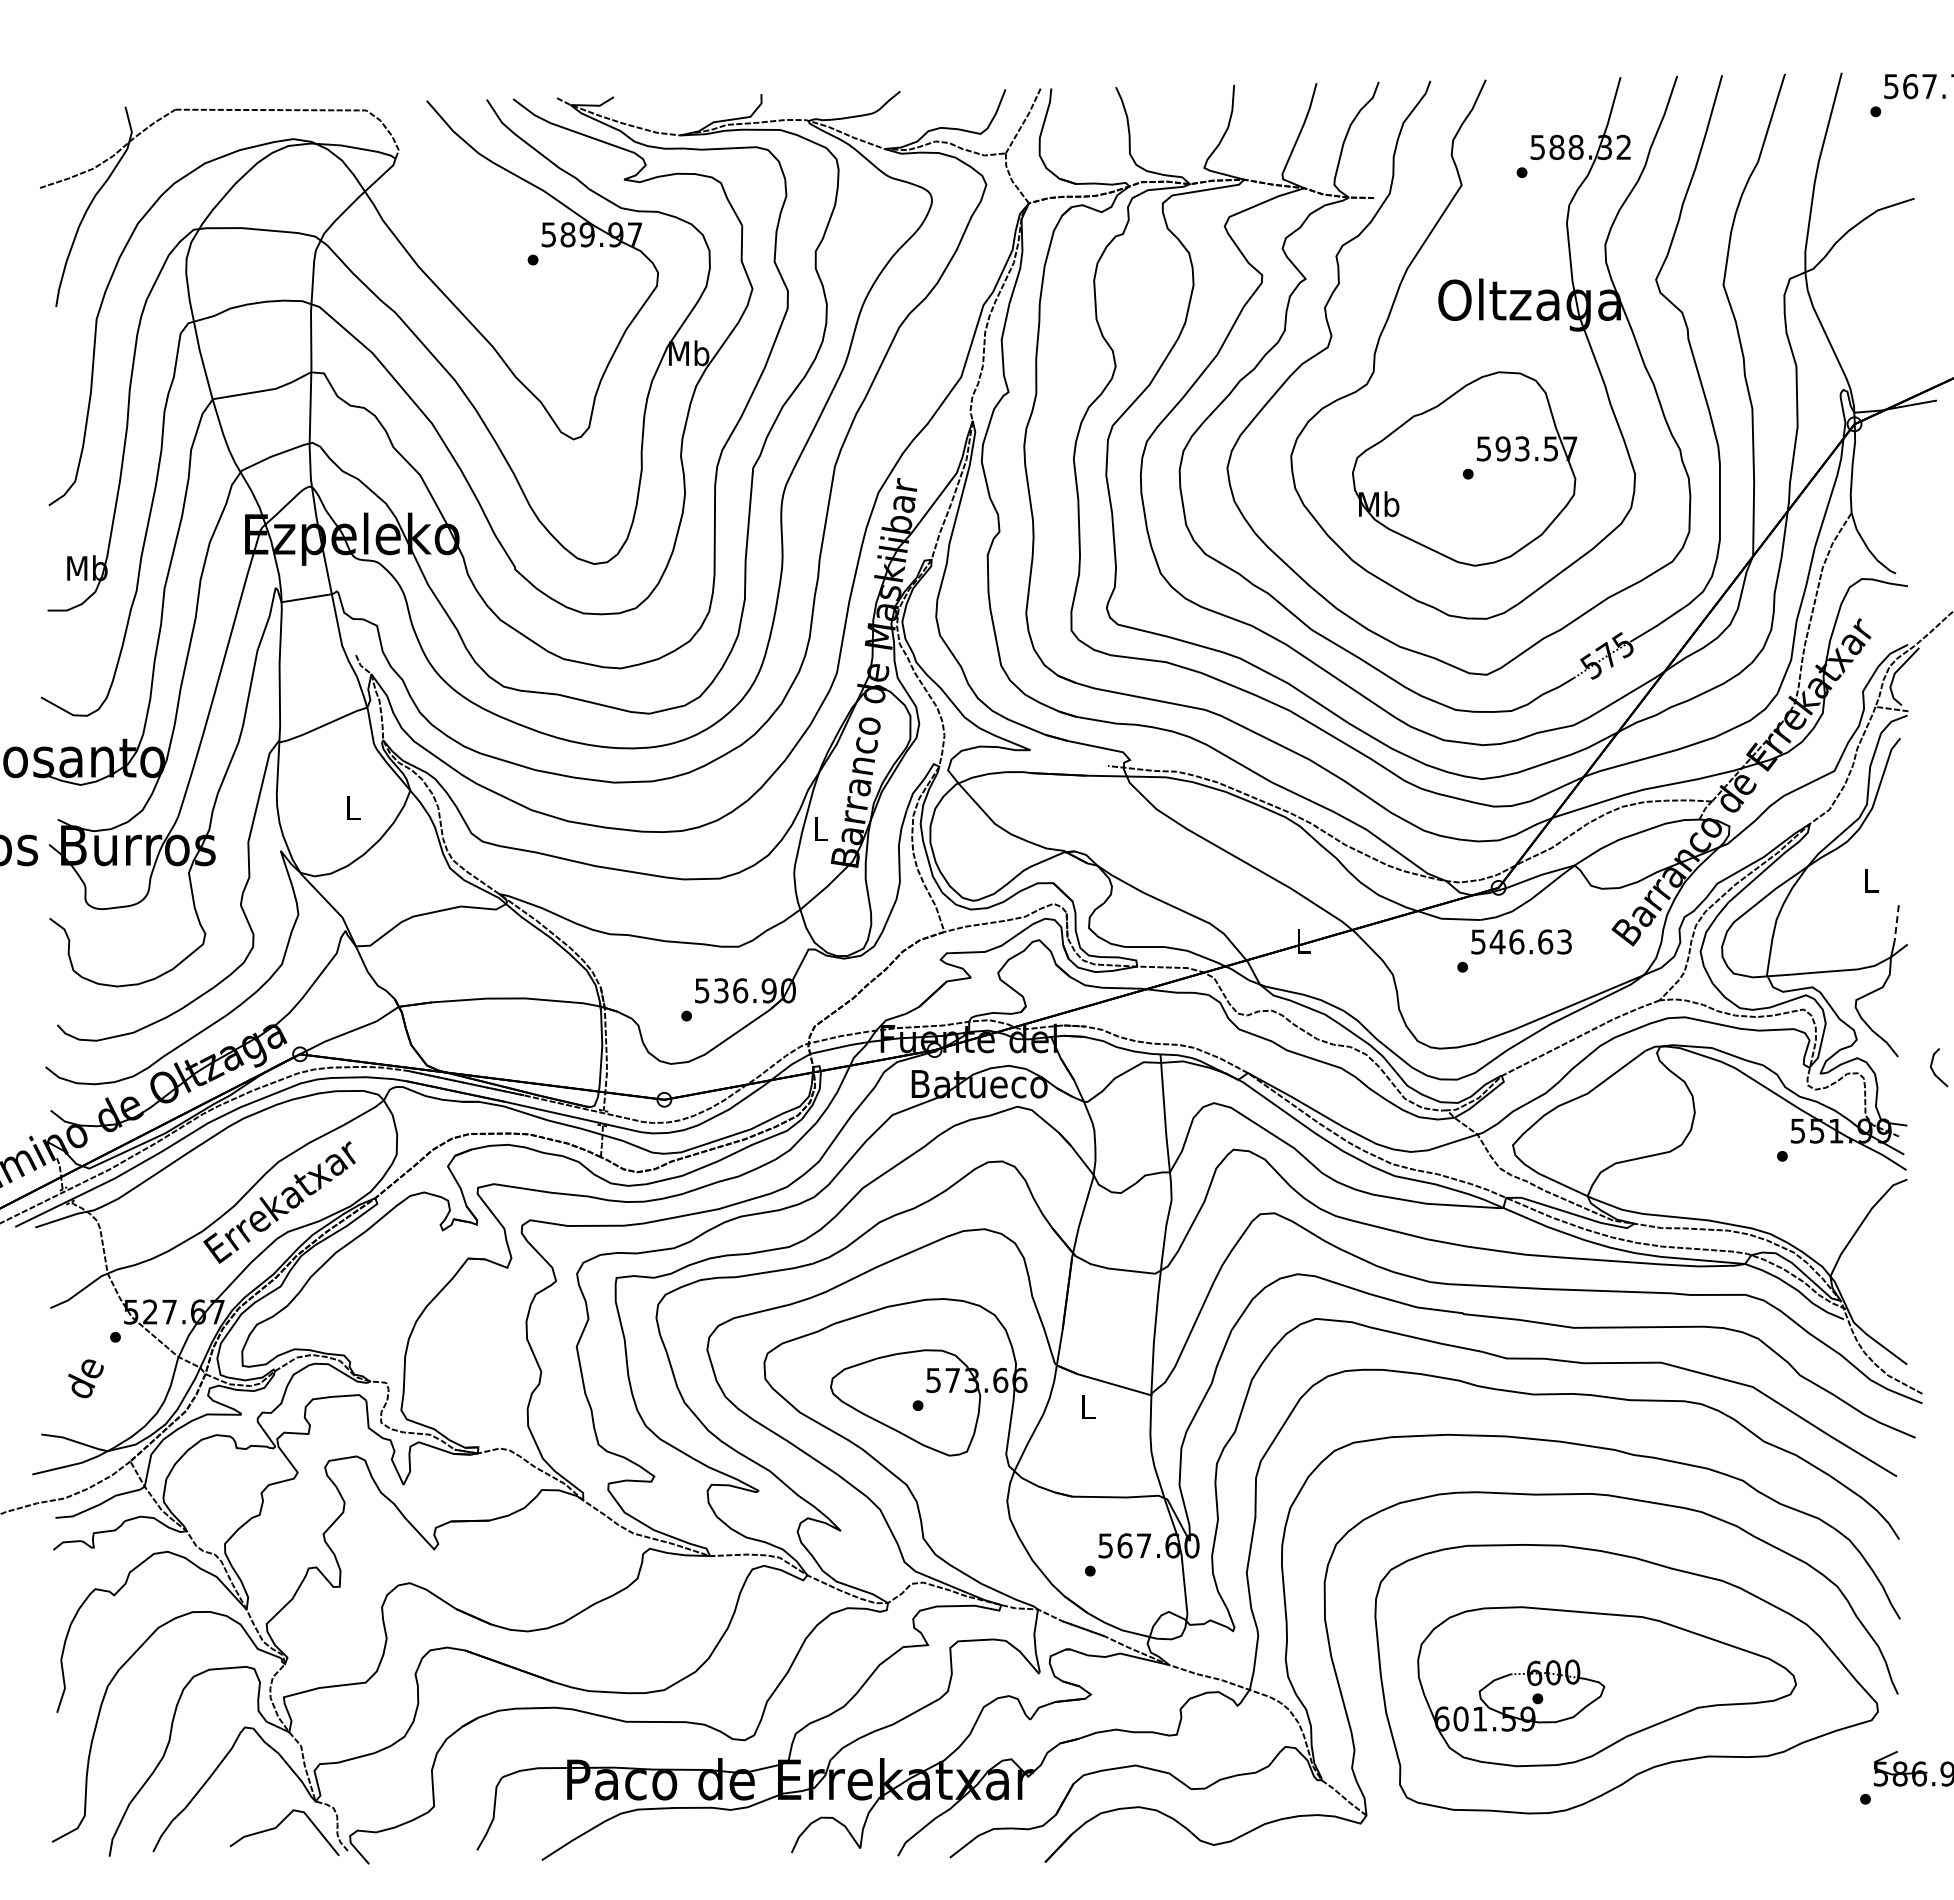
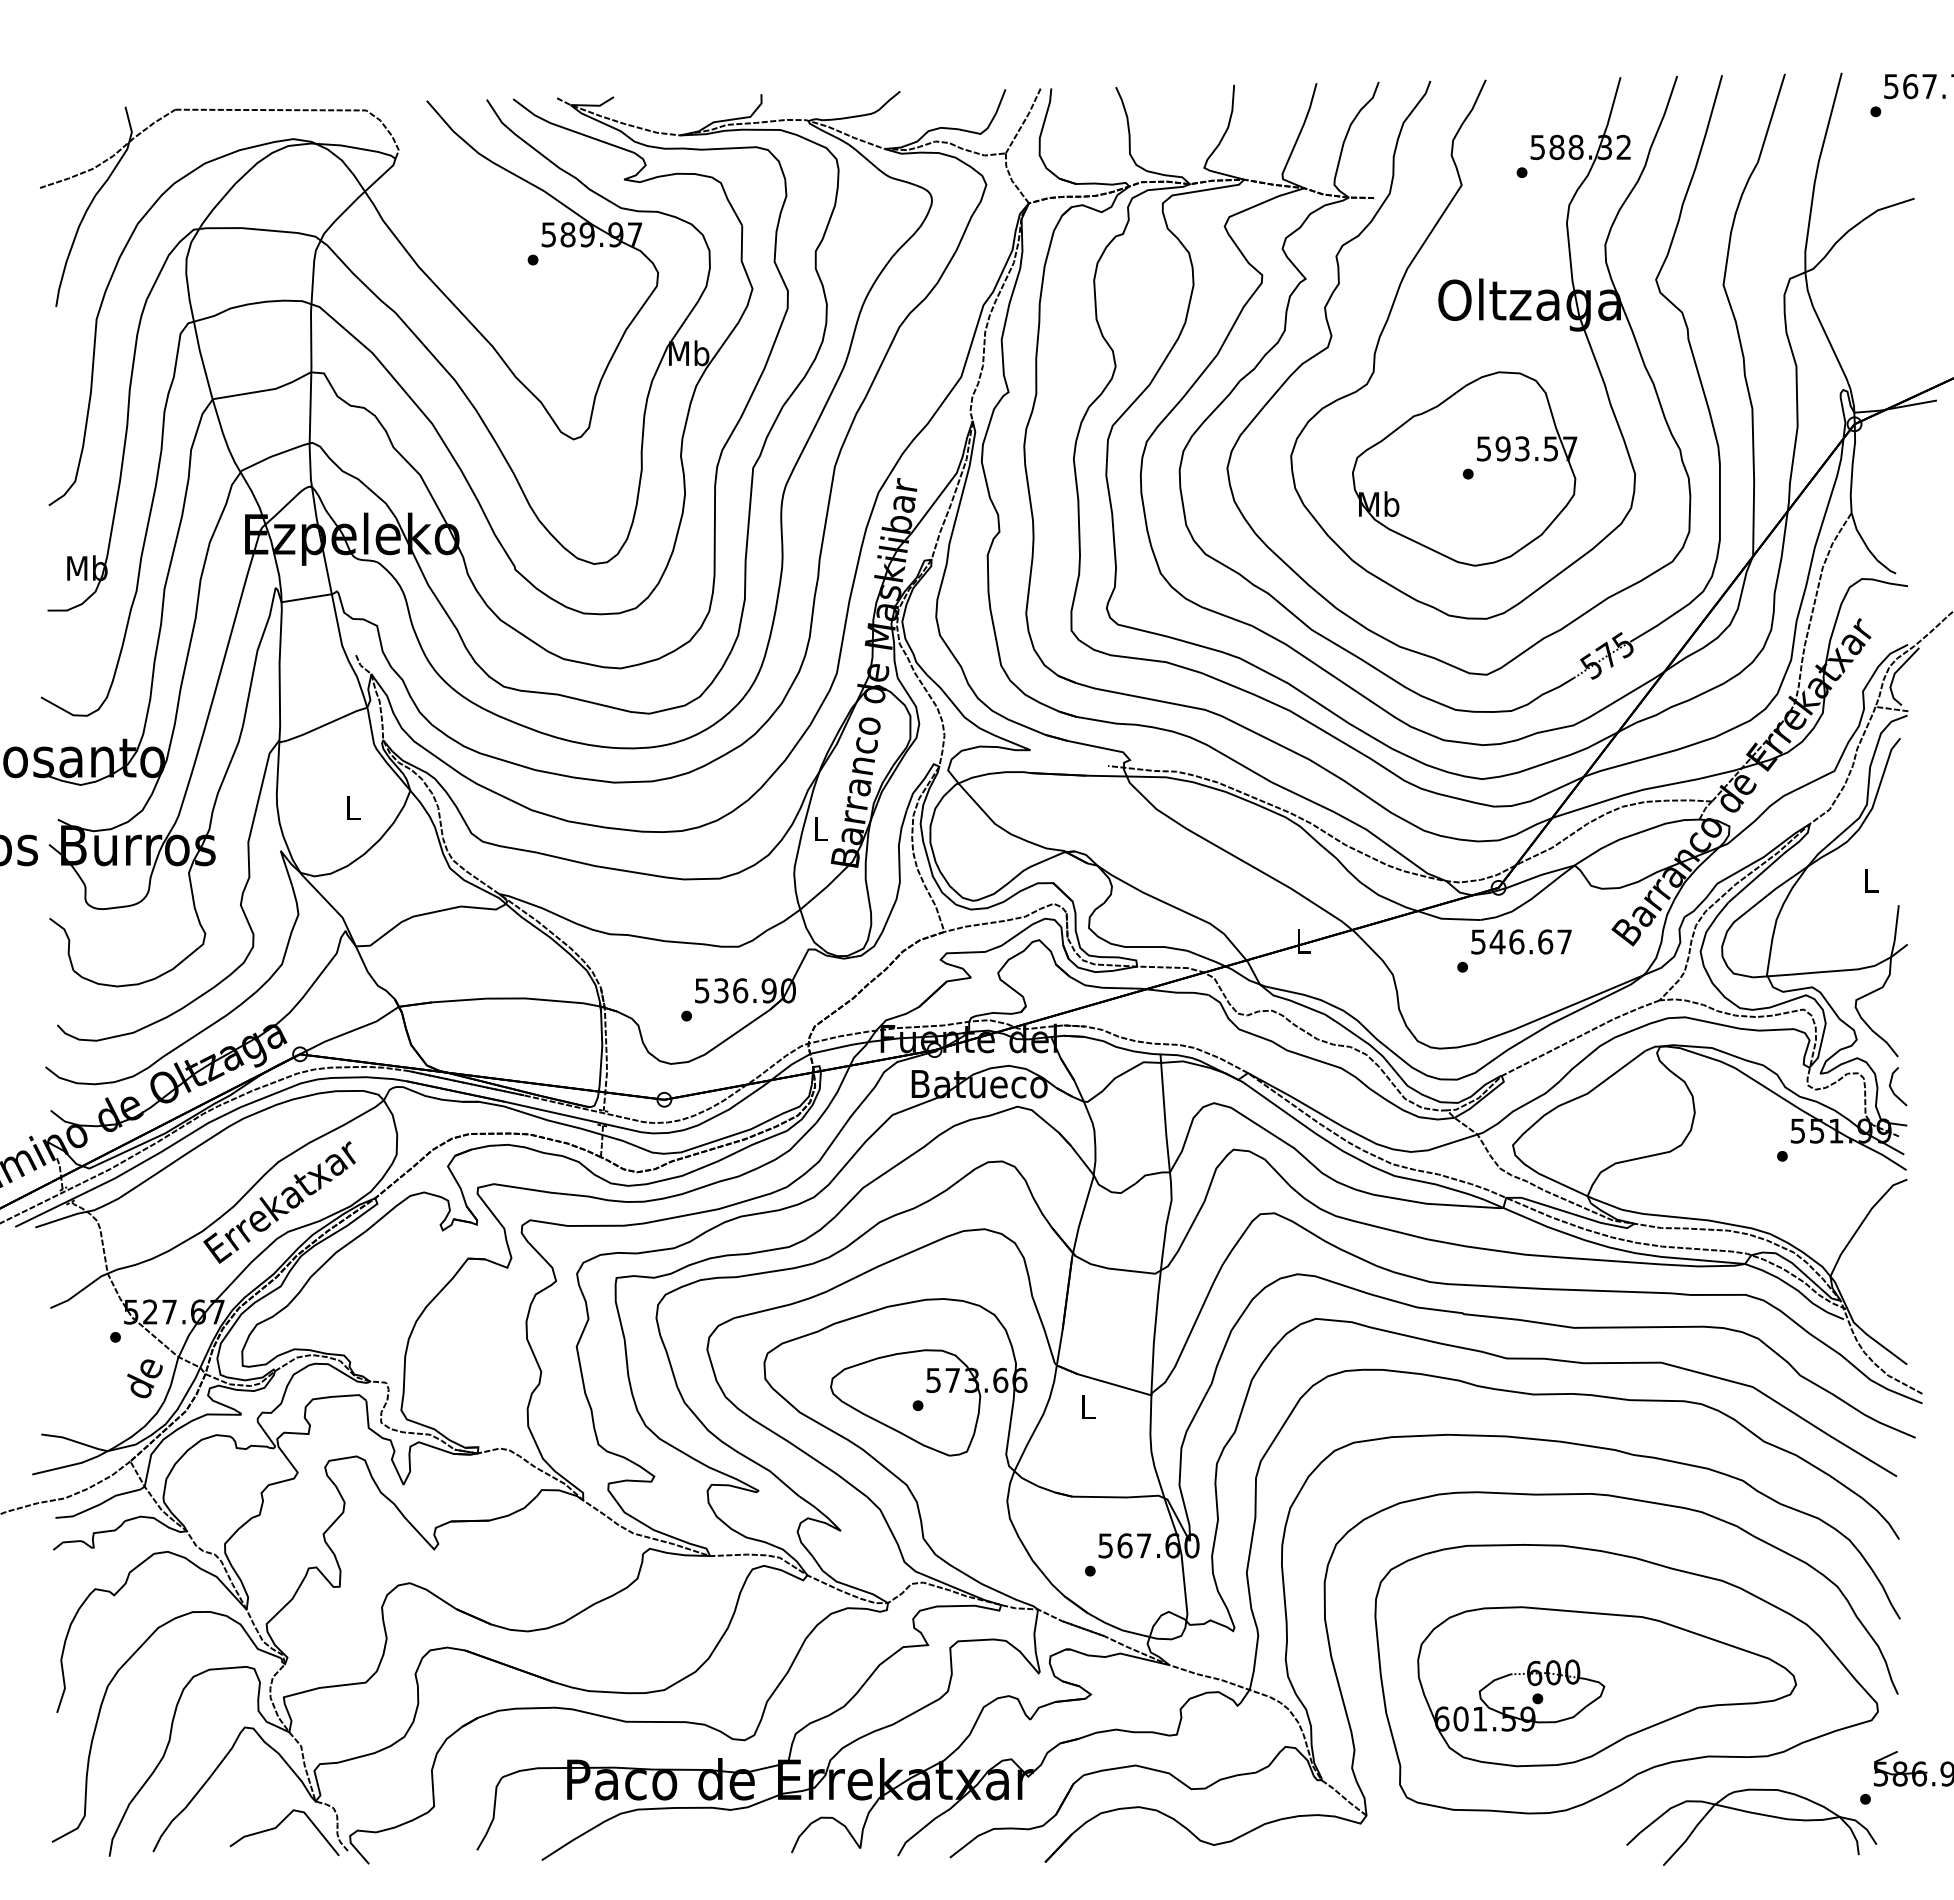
line at (1896, 923): dashed -> solid
text at (1564, 941): 546.63 -> 546.67
line at (1933, 1069) position: (1933, 1069) -> (1892, 1088)
text at (85, 1378) position: (85, 1378) -> (144, 1378)
part at (1754, 1814): none -> present
